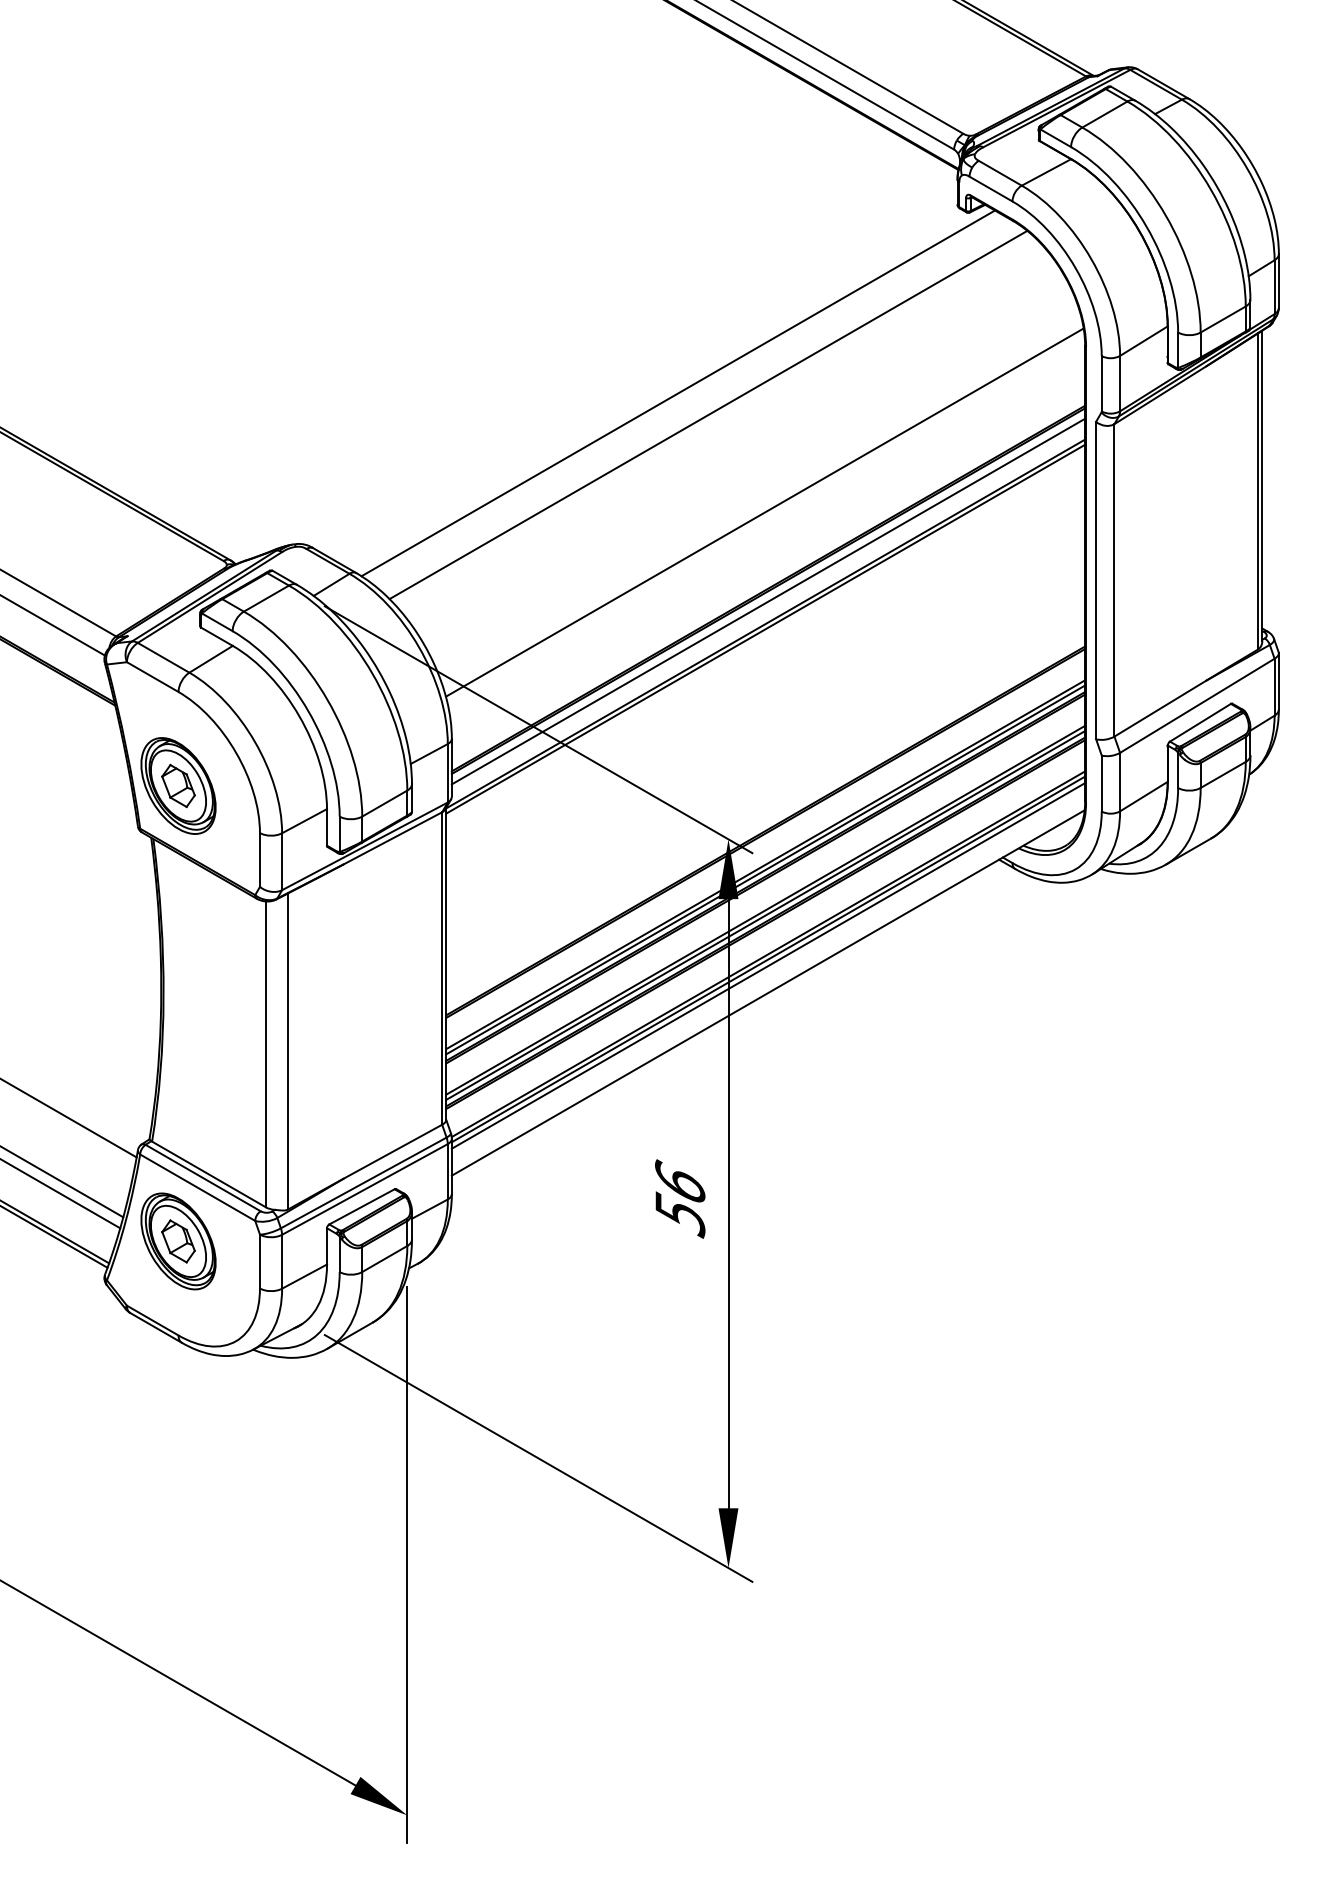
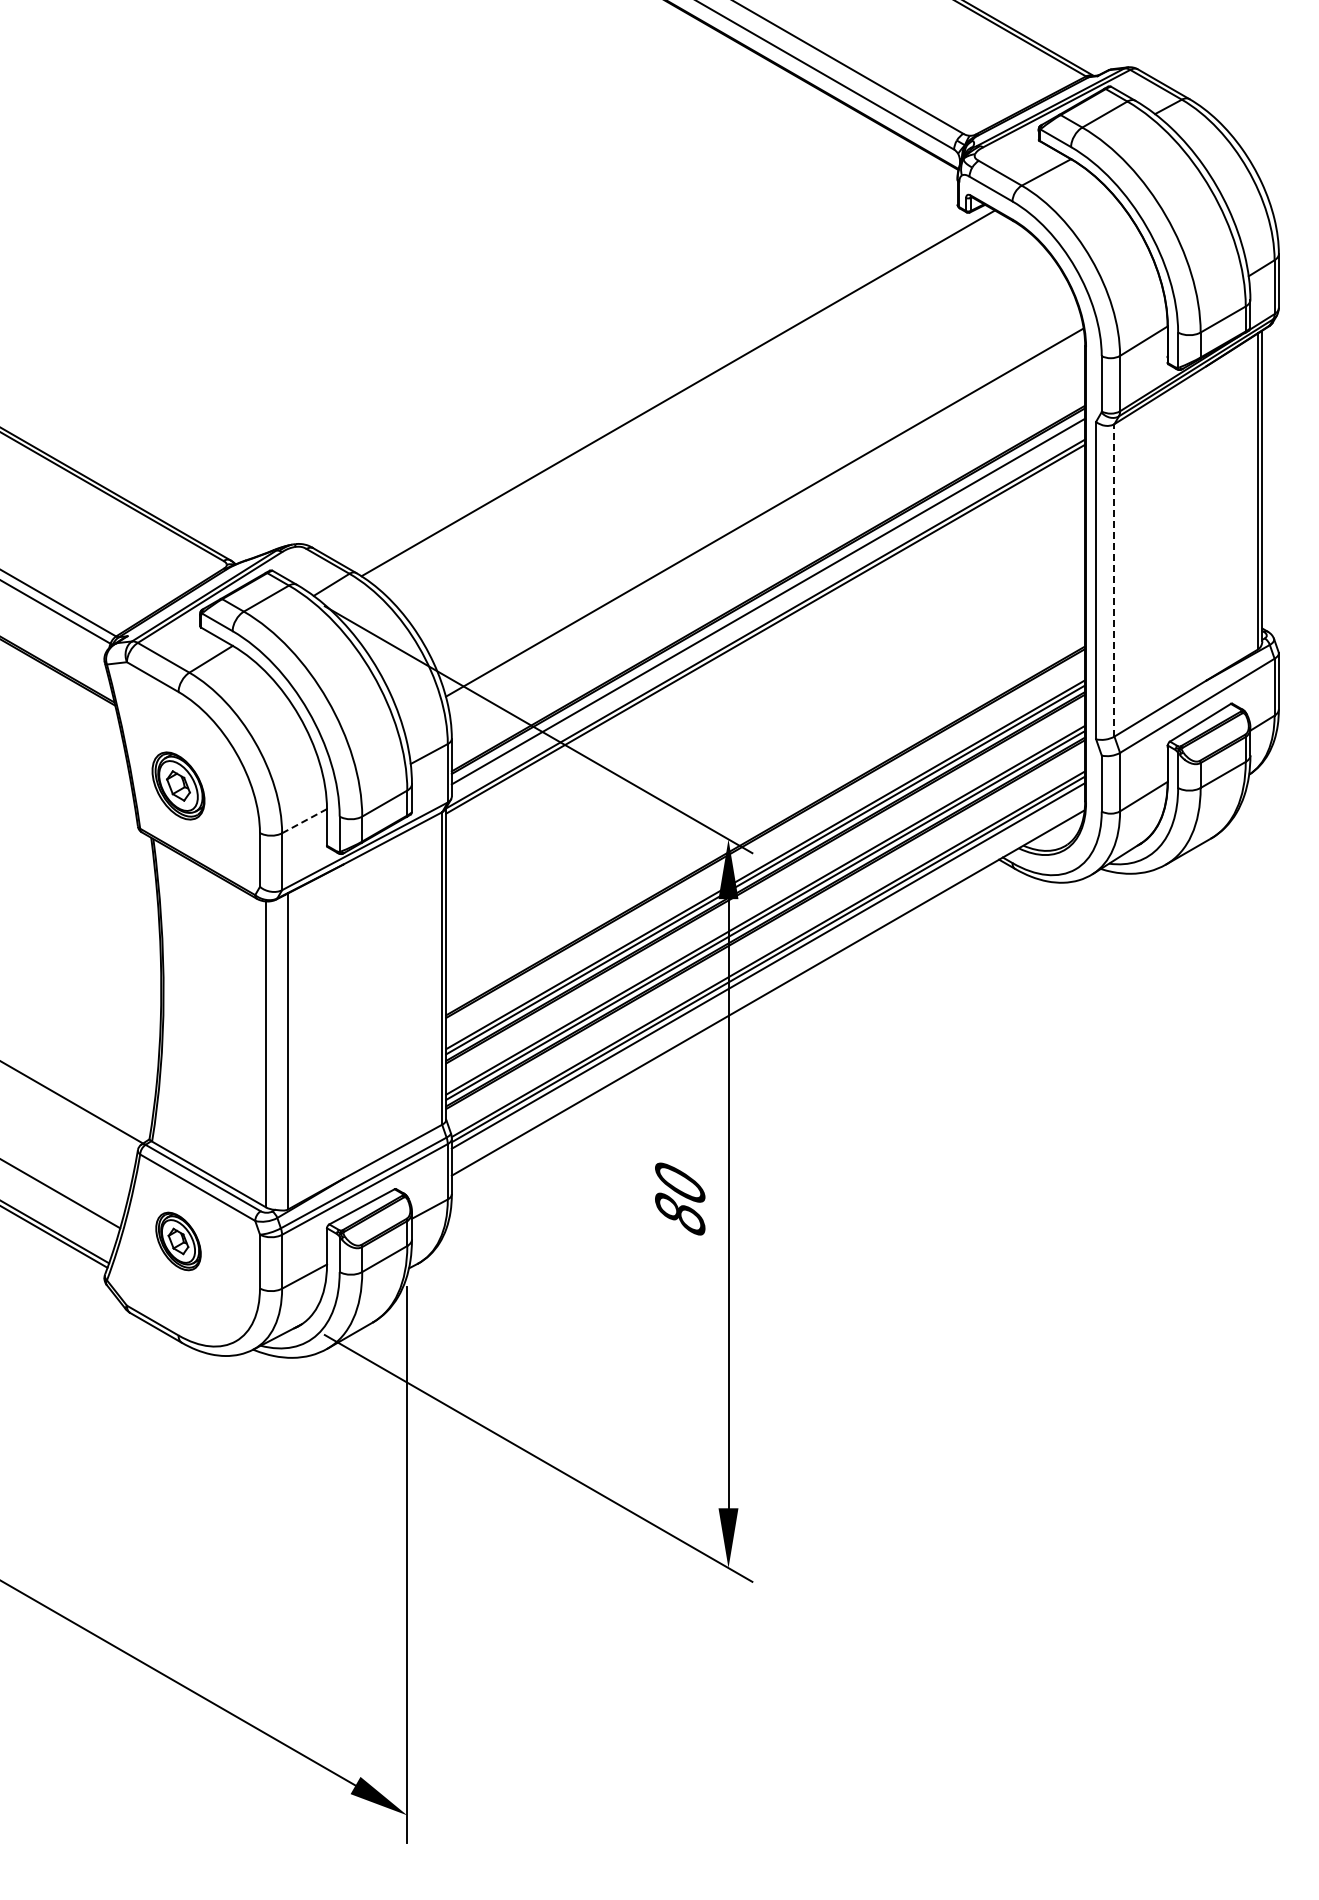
line at (708, 414): present -> none
line at (1114, 579): solid -> dashed
line at (53, 625) position: (53, 625) -> (56, 612)
part at (178, 785) size: 77x98 px -> 55x70 px
line at (304, 821): solid -> dashed
line at (69, 1118) position: (69, 1118) -> (73, 1103)
line at (62, 1182): present -> none
text at (680, 1198): 56 -> 80
part at (178, 1241) size: 77x99 px -> 47x61 px
